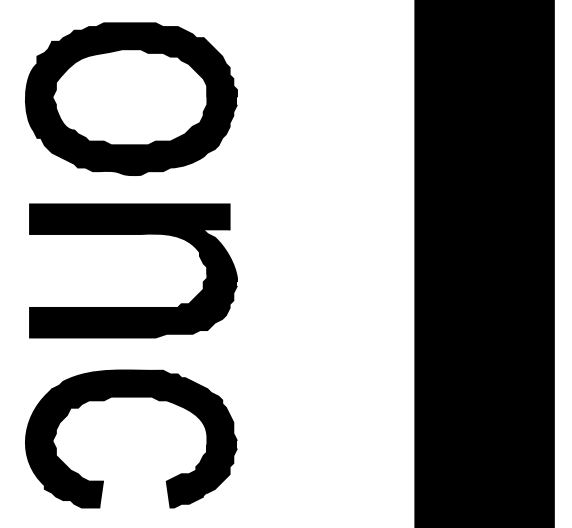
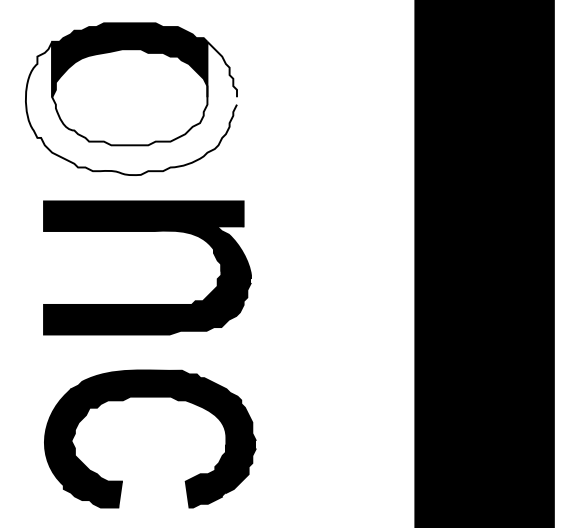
fill at (130, 108): present -> none
part at (133, 234) position: (133, 234) -> (147, 231)
part at (131, 397) position: (131, 397) -> (150, 397)
